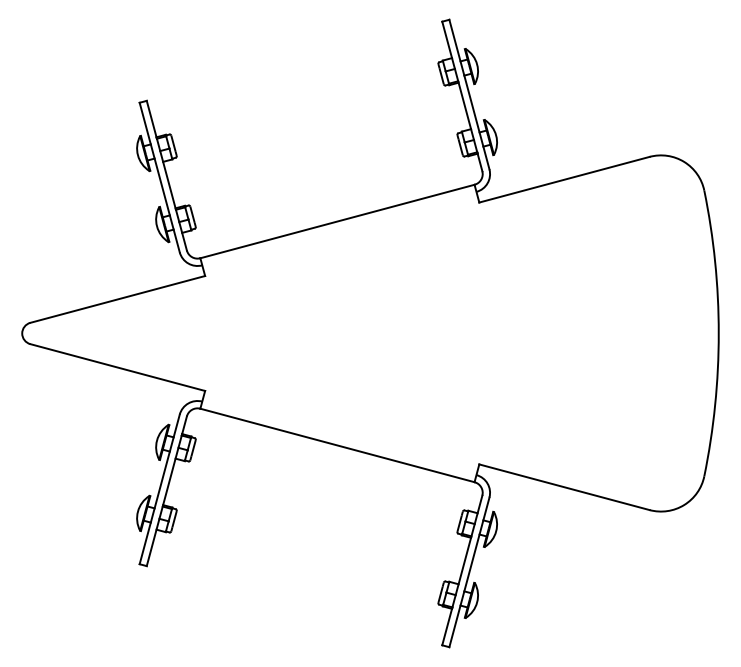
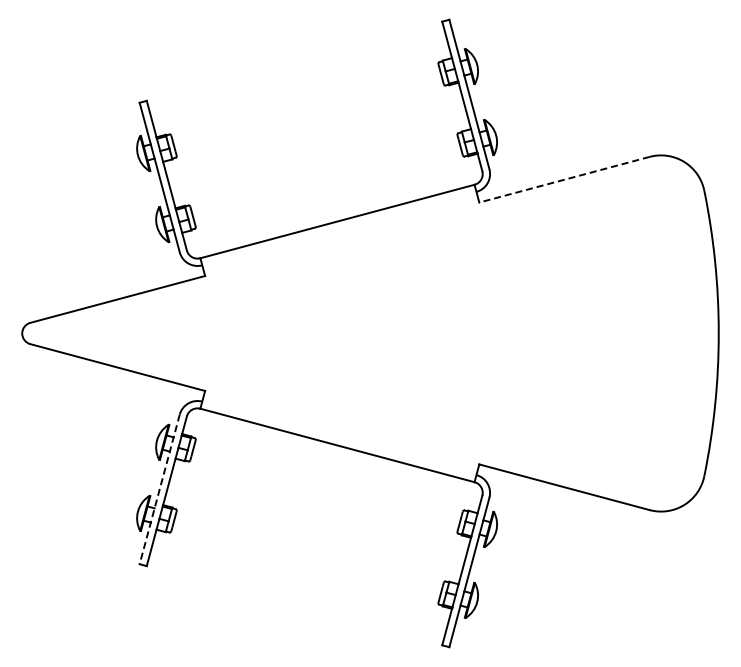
line at (564, 179): solid -> dashed
line at (159, 489): solid -> dashed
